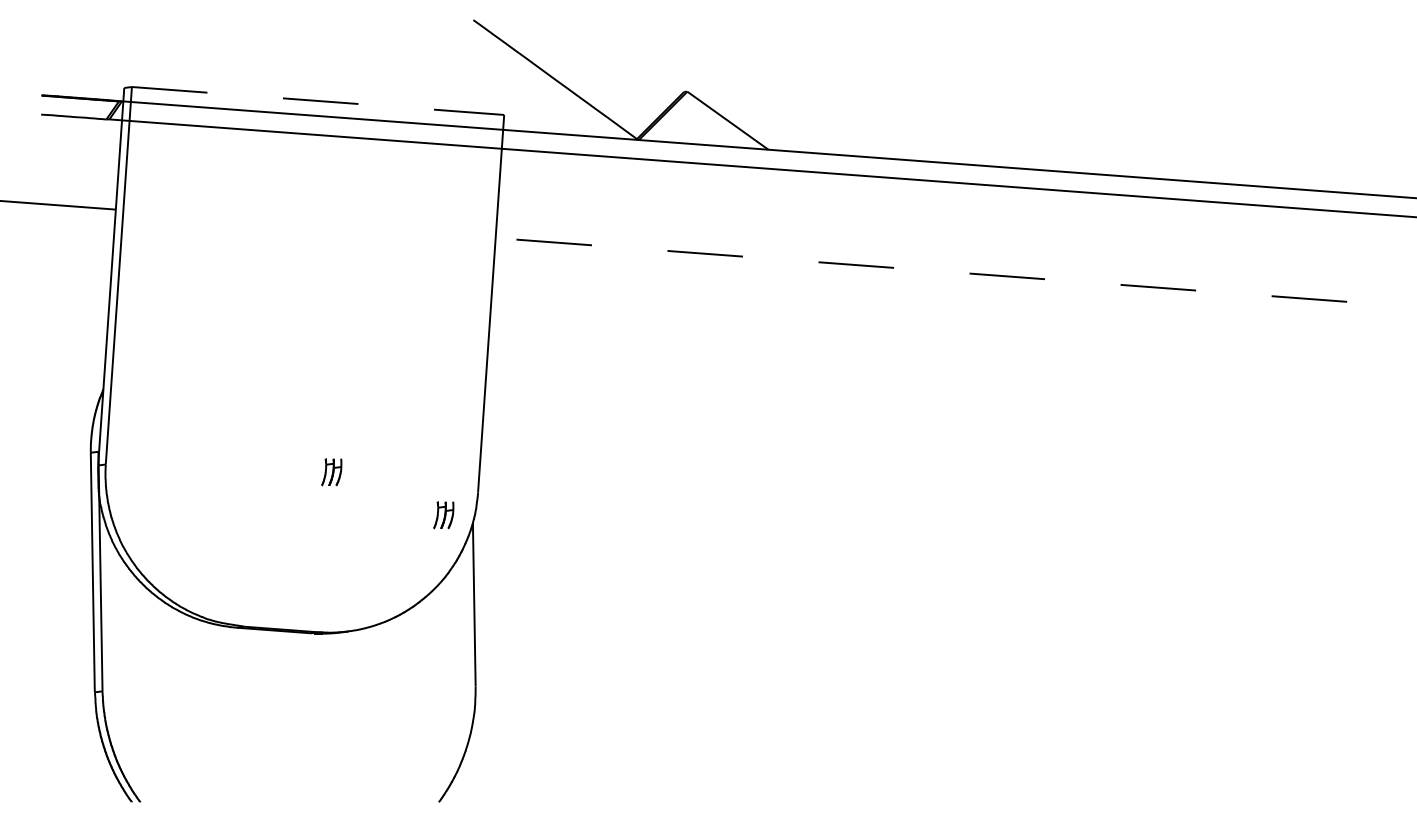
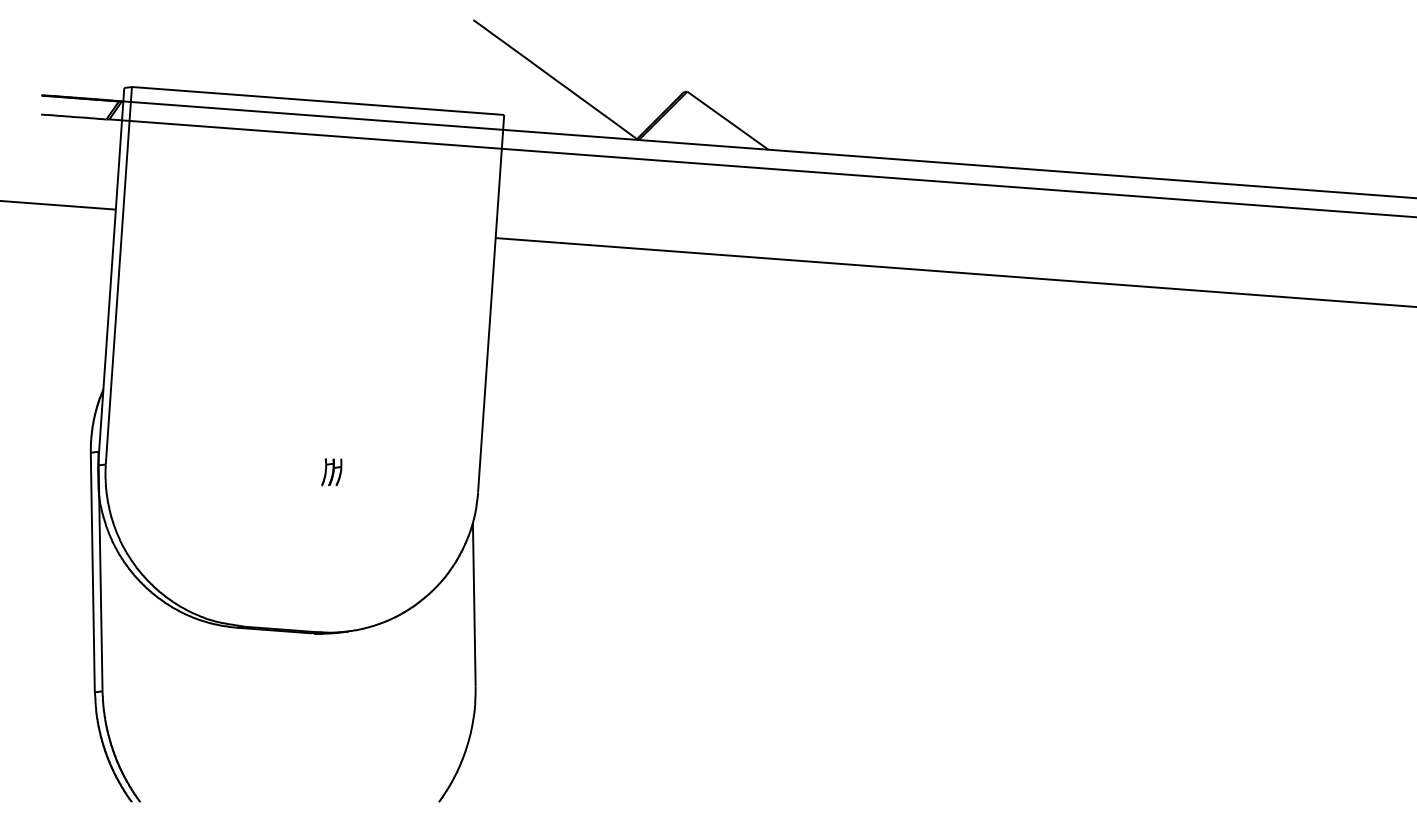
line at (318, 100): dashed -> solid
line at (955, 272): dashed -> solid
part at (443, 515): present -> none
